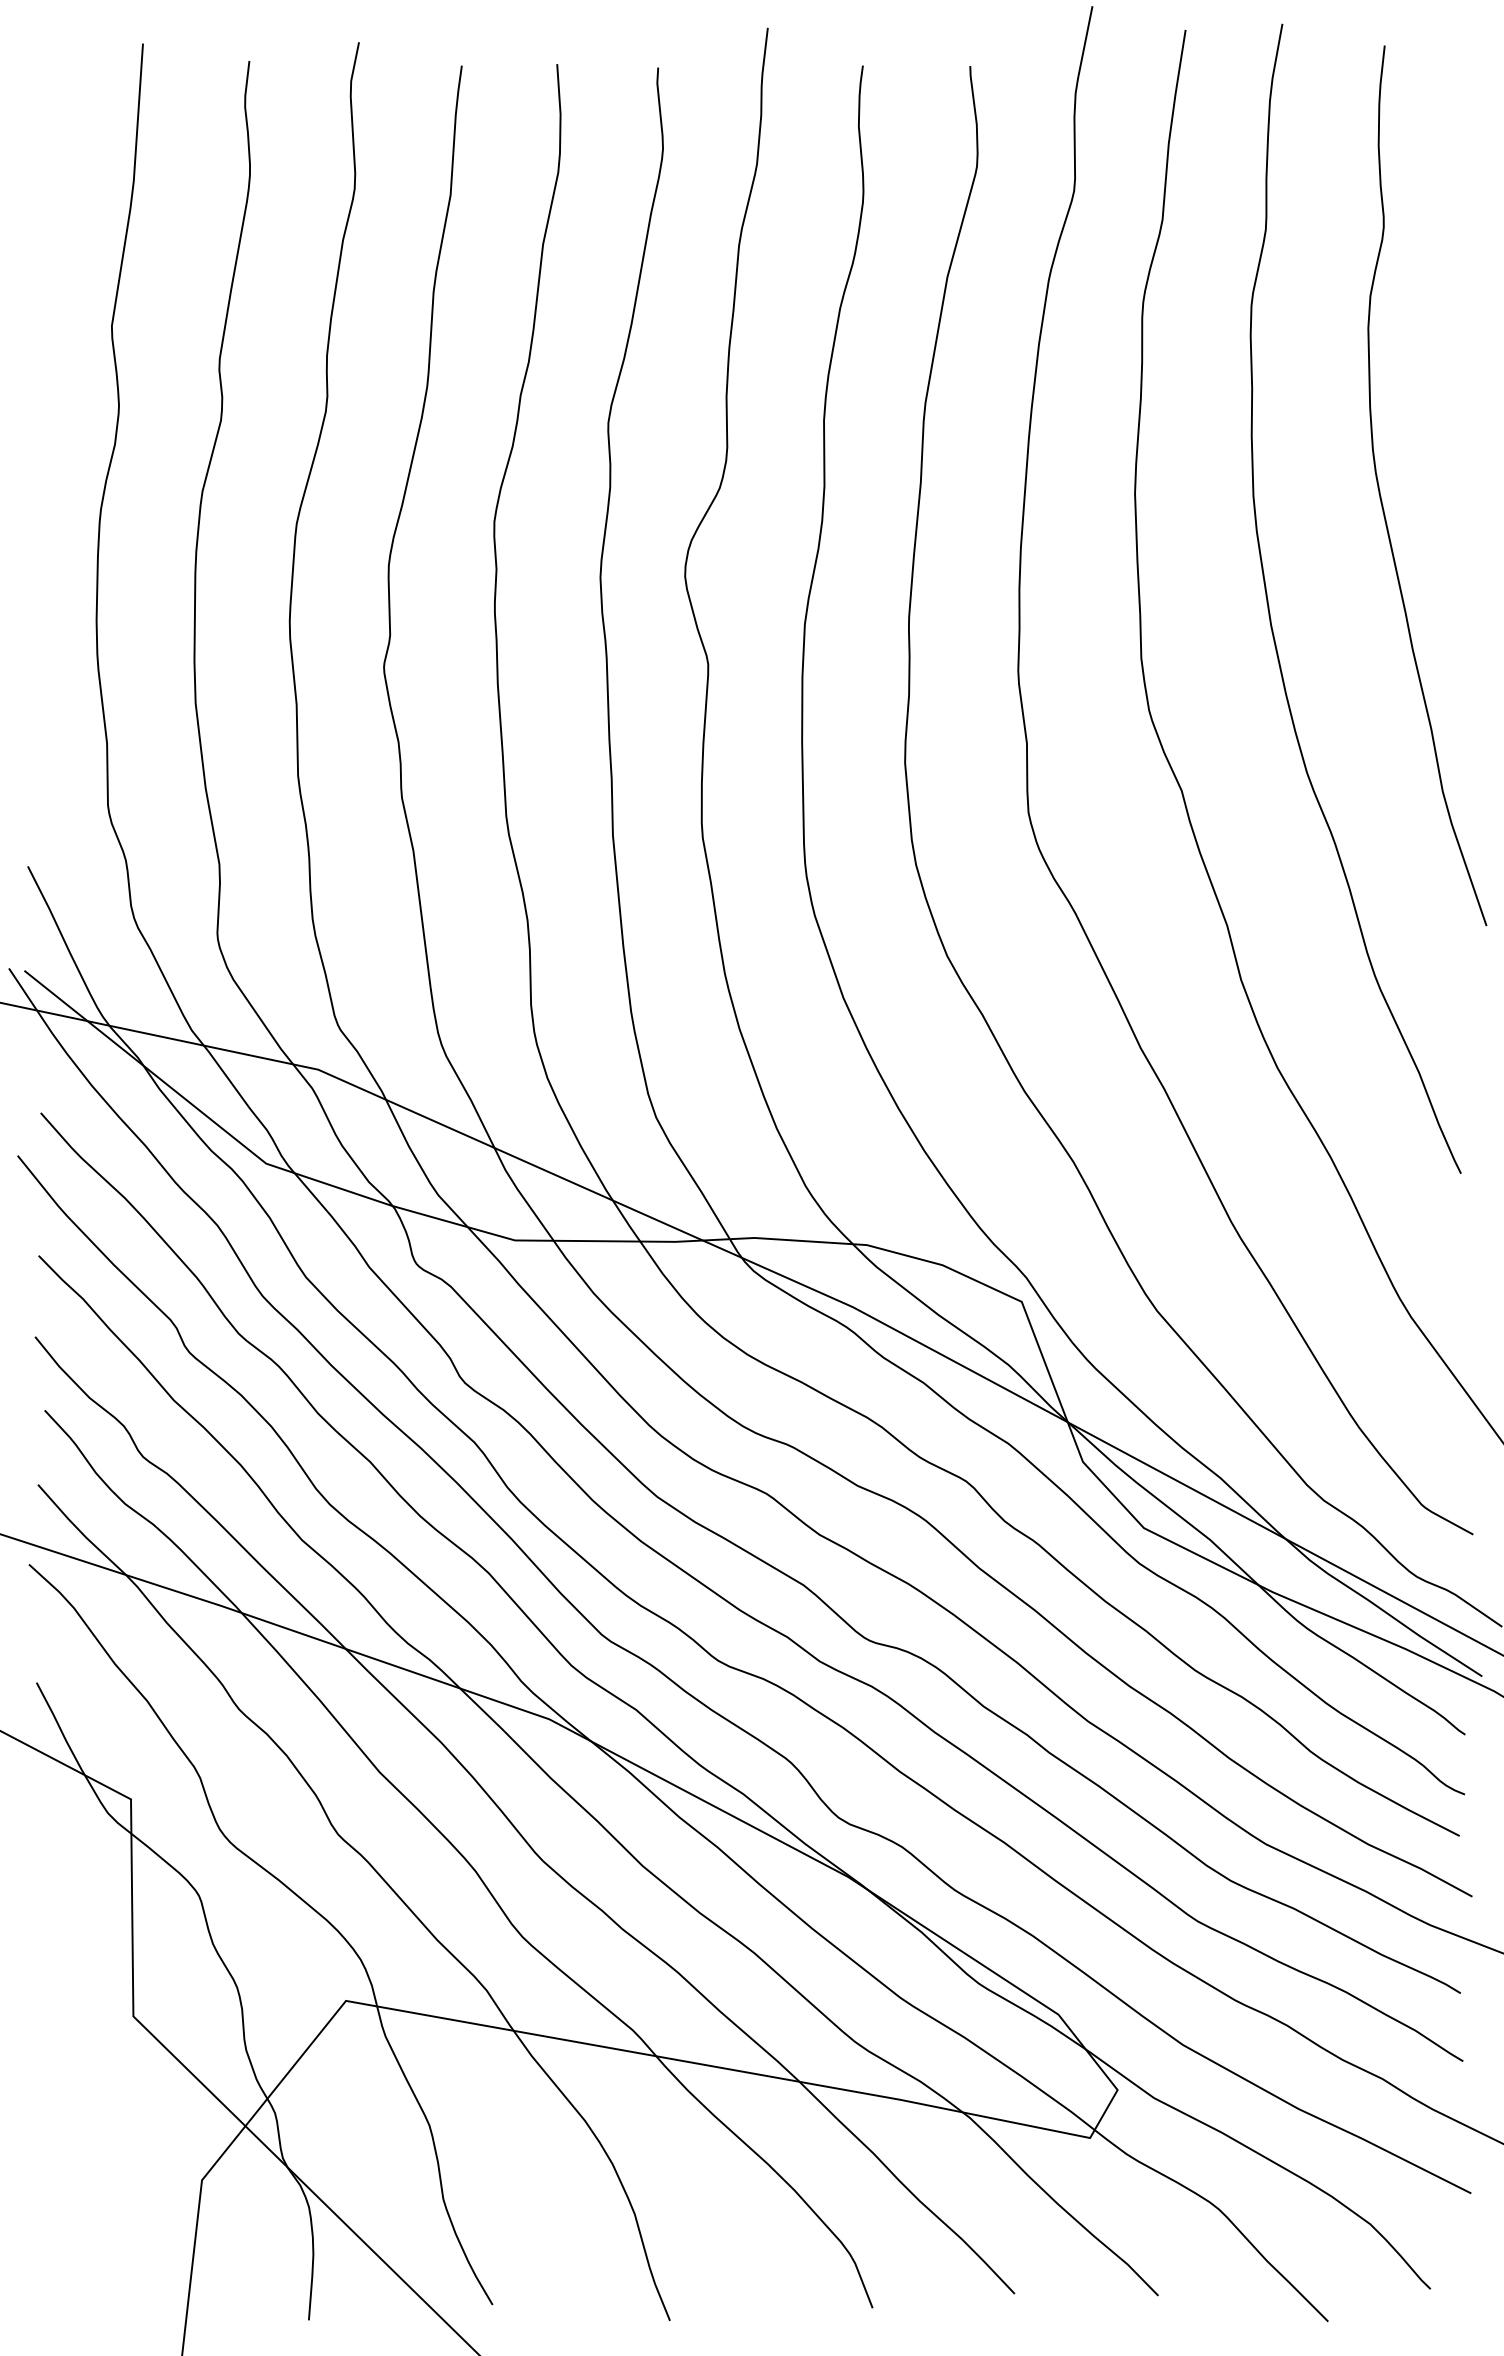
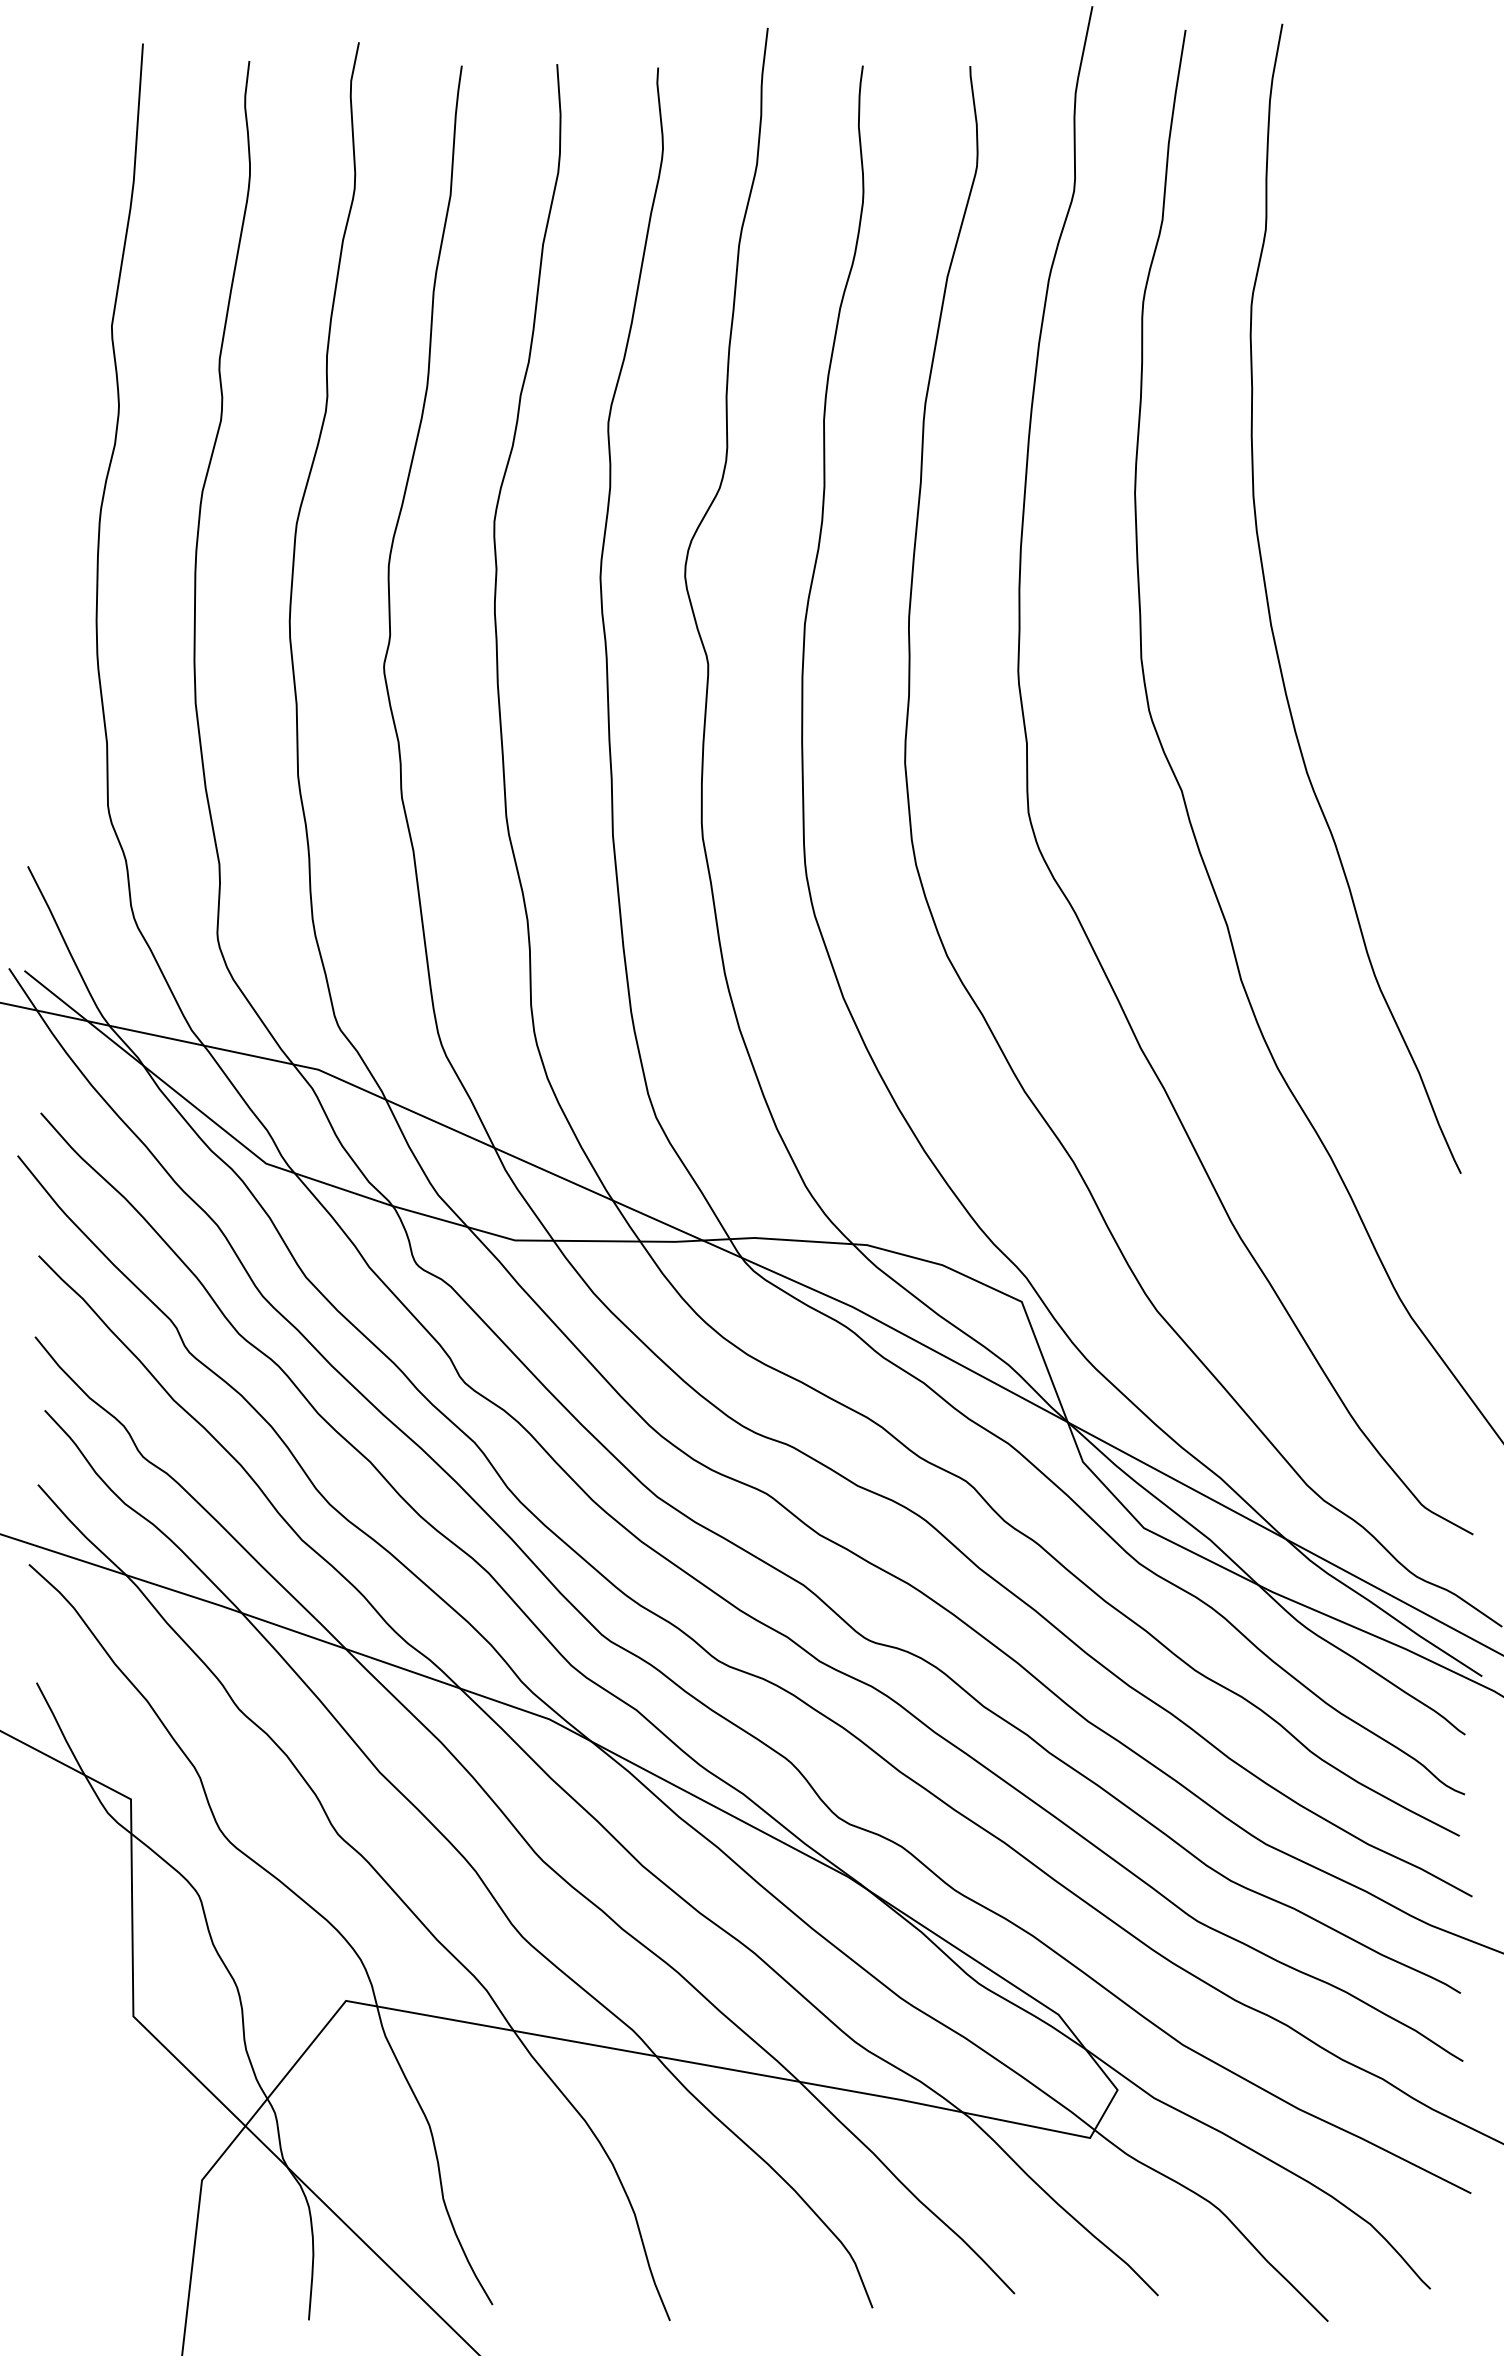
curve at (1380, 490): present -> none
